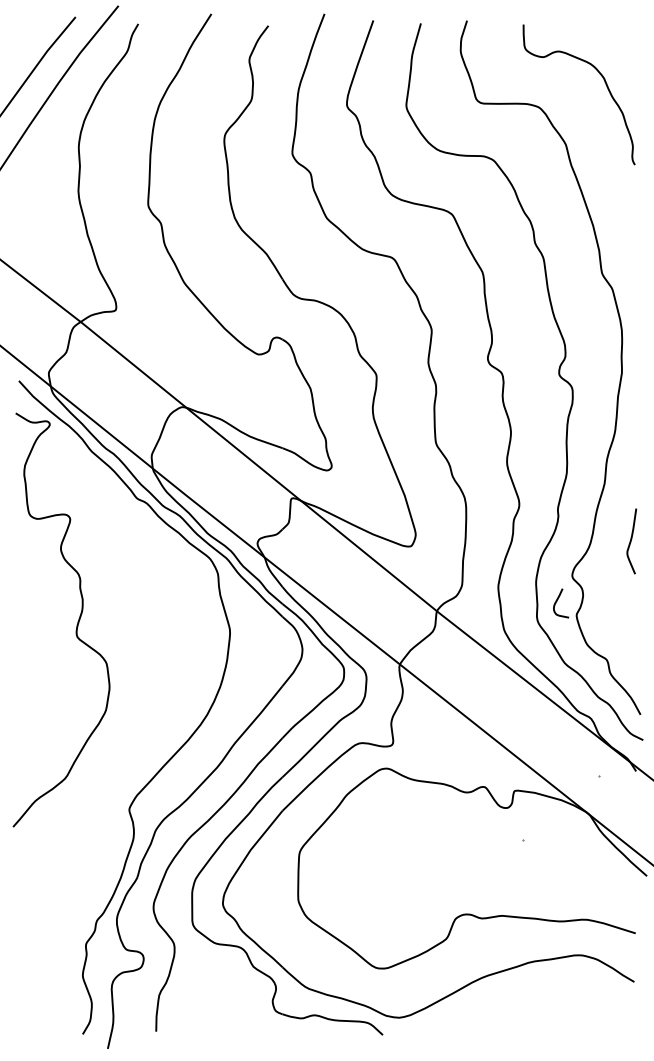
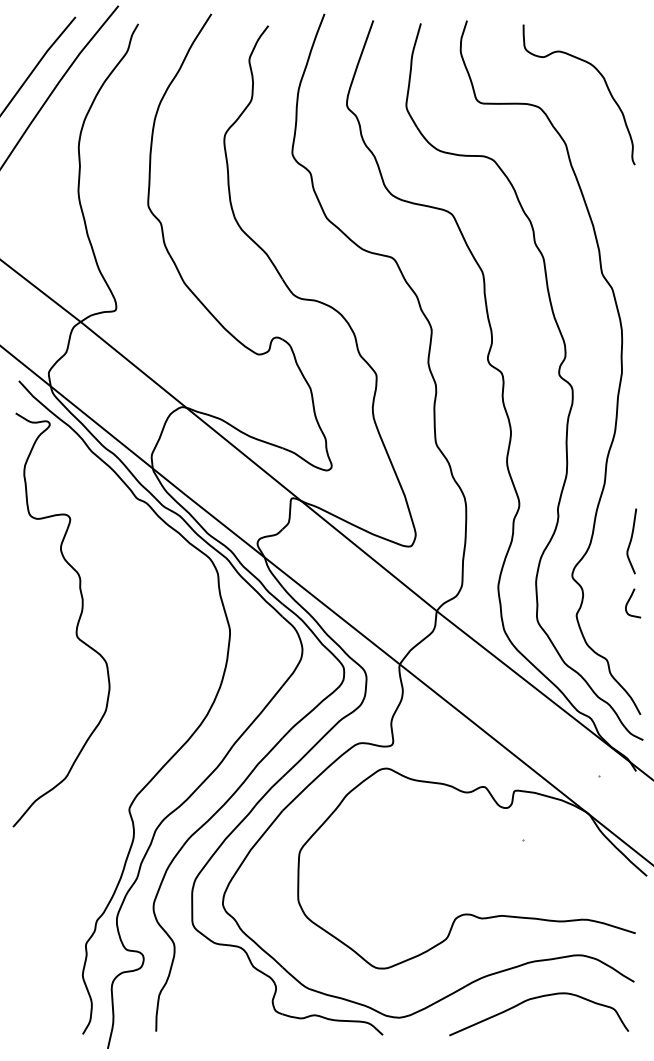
curve at (557, 601) position: (557, 601) -> (629, 601)
curve at (534, 999): none -> present
